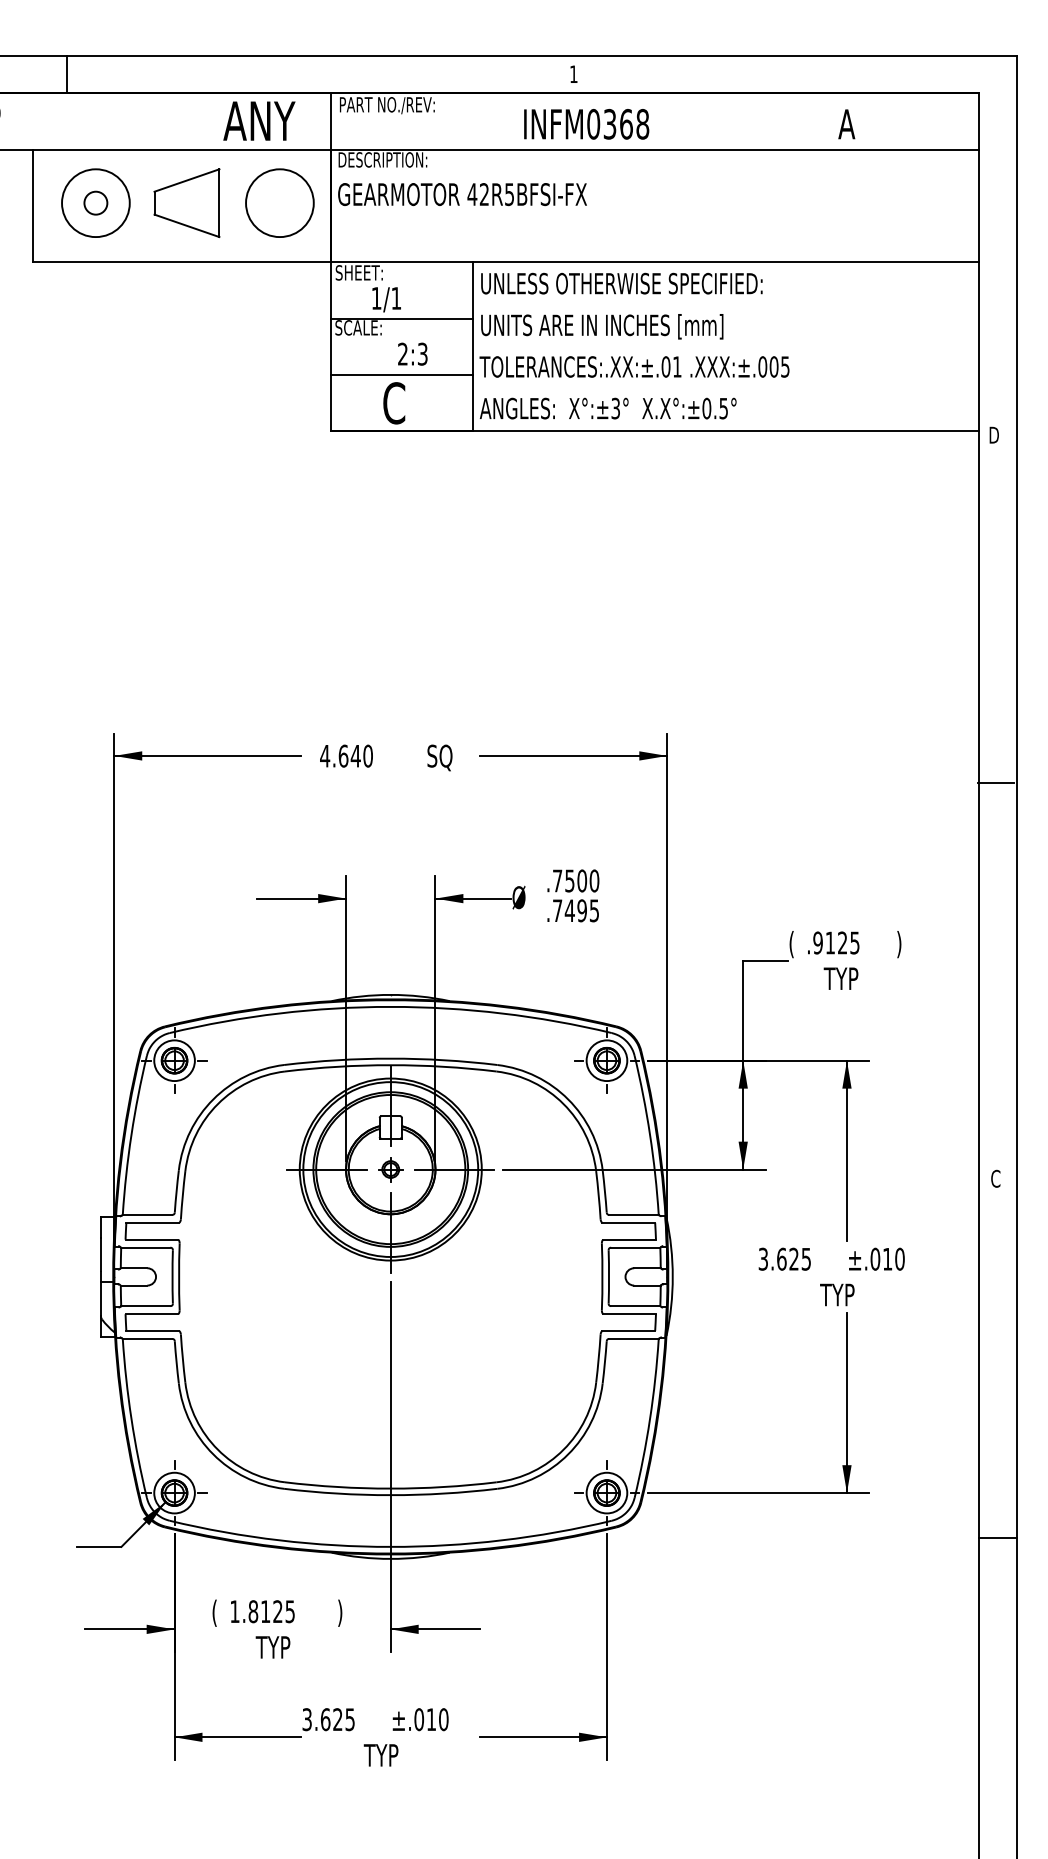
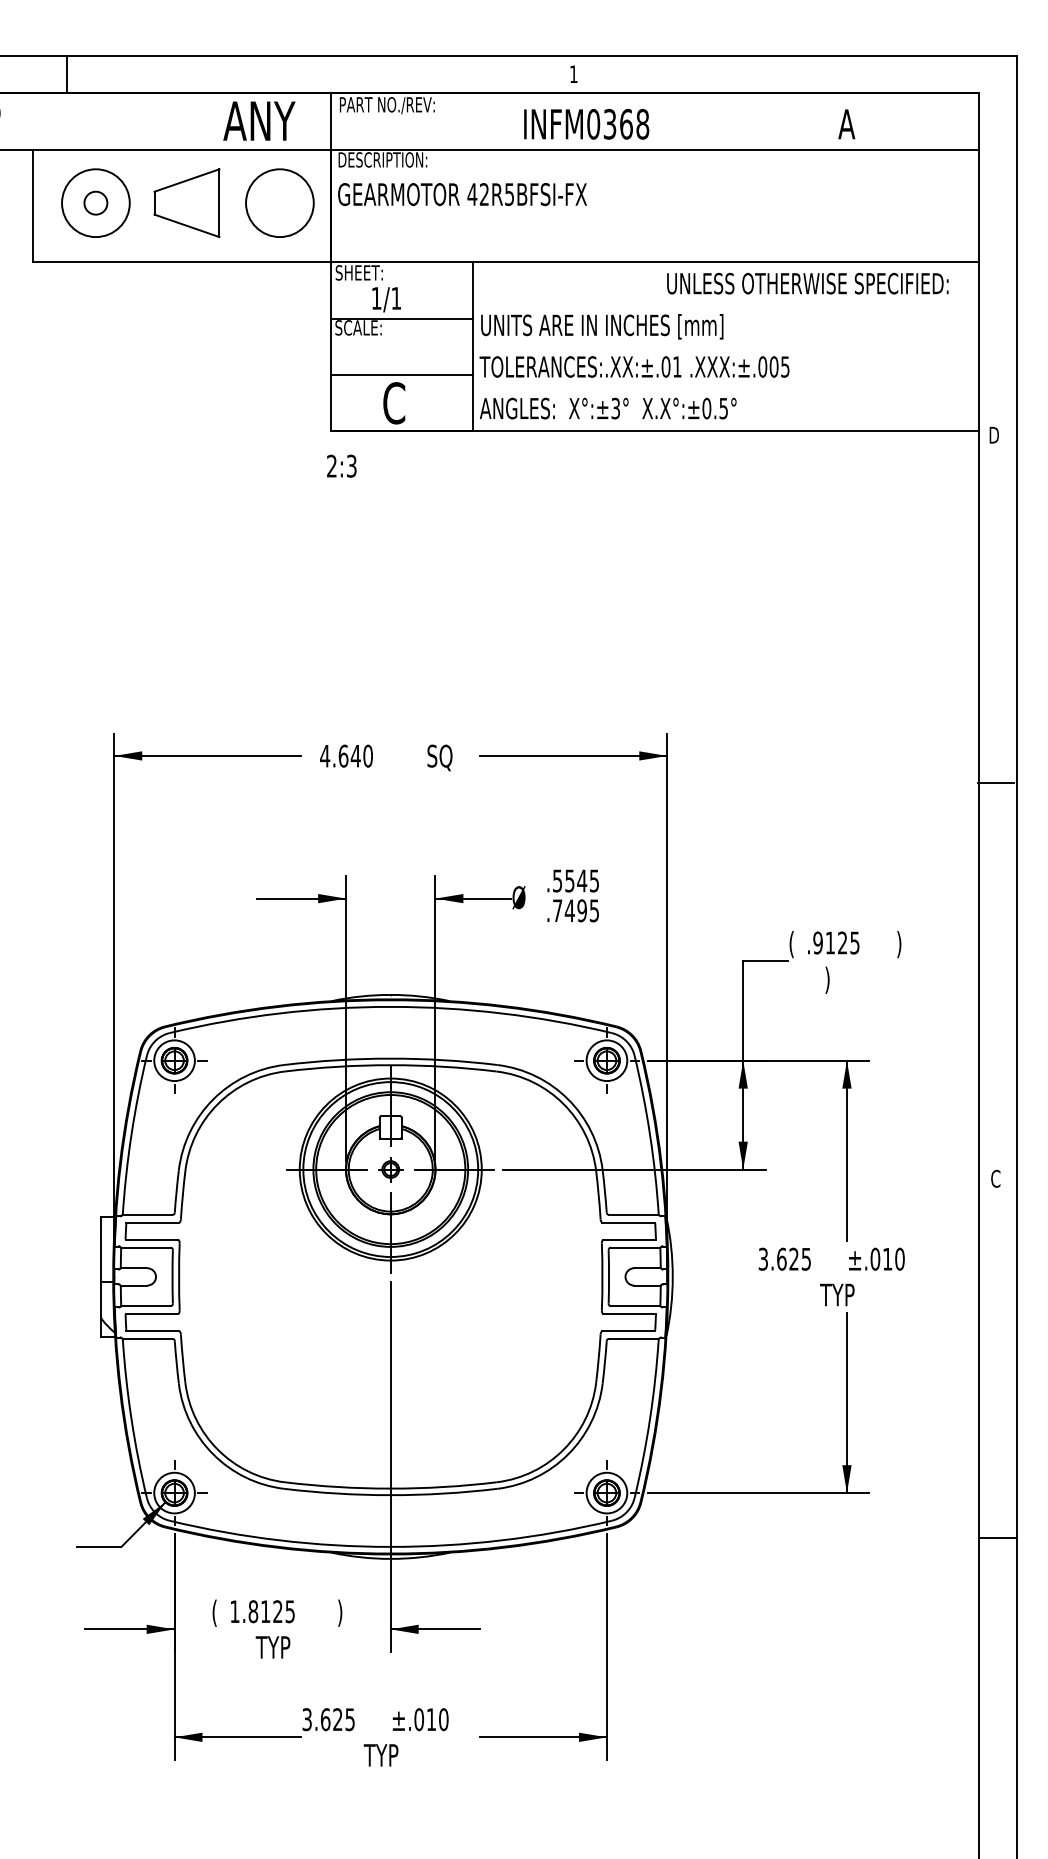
text at (621, 283) position: (621, 283) -> (807, 283)
text at (412, 353) position: (412, 353) -> (341, 465)
text at (576, 880): .7500 -> .5545
text at (840, 979): TYP -> )
